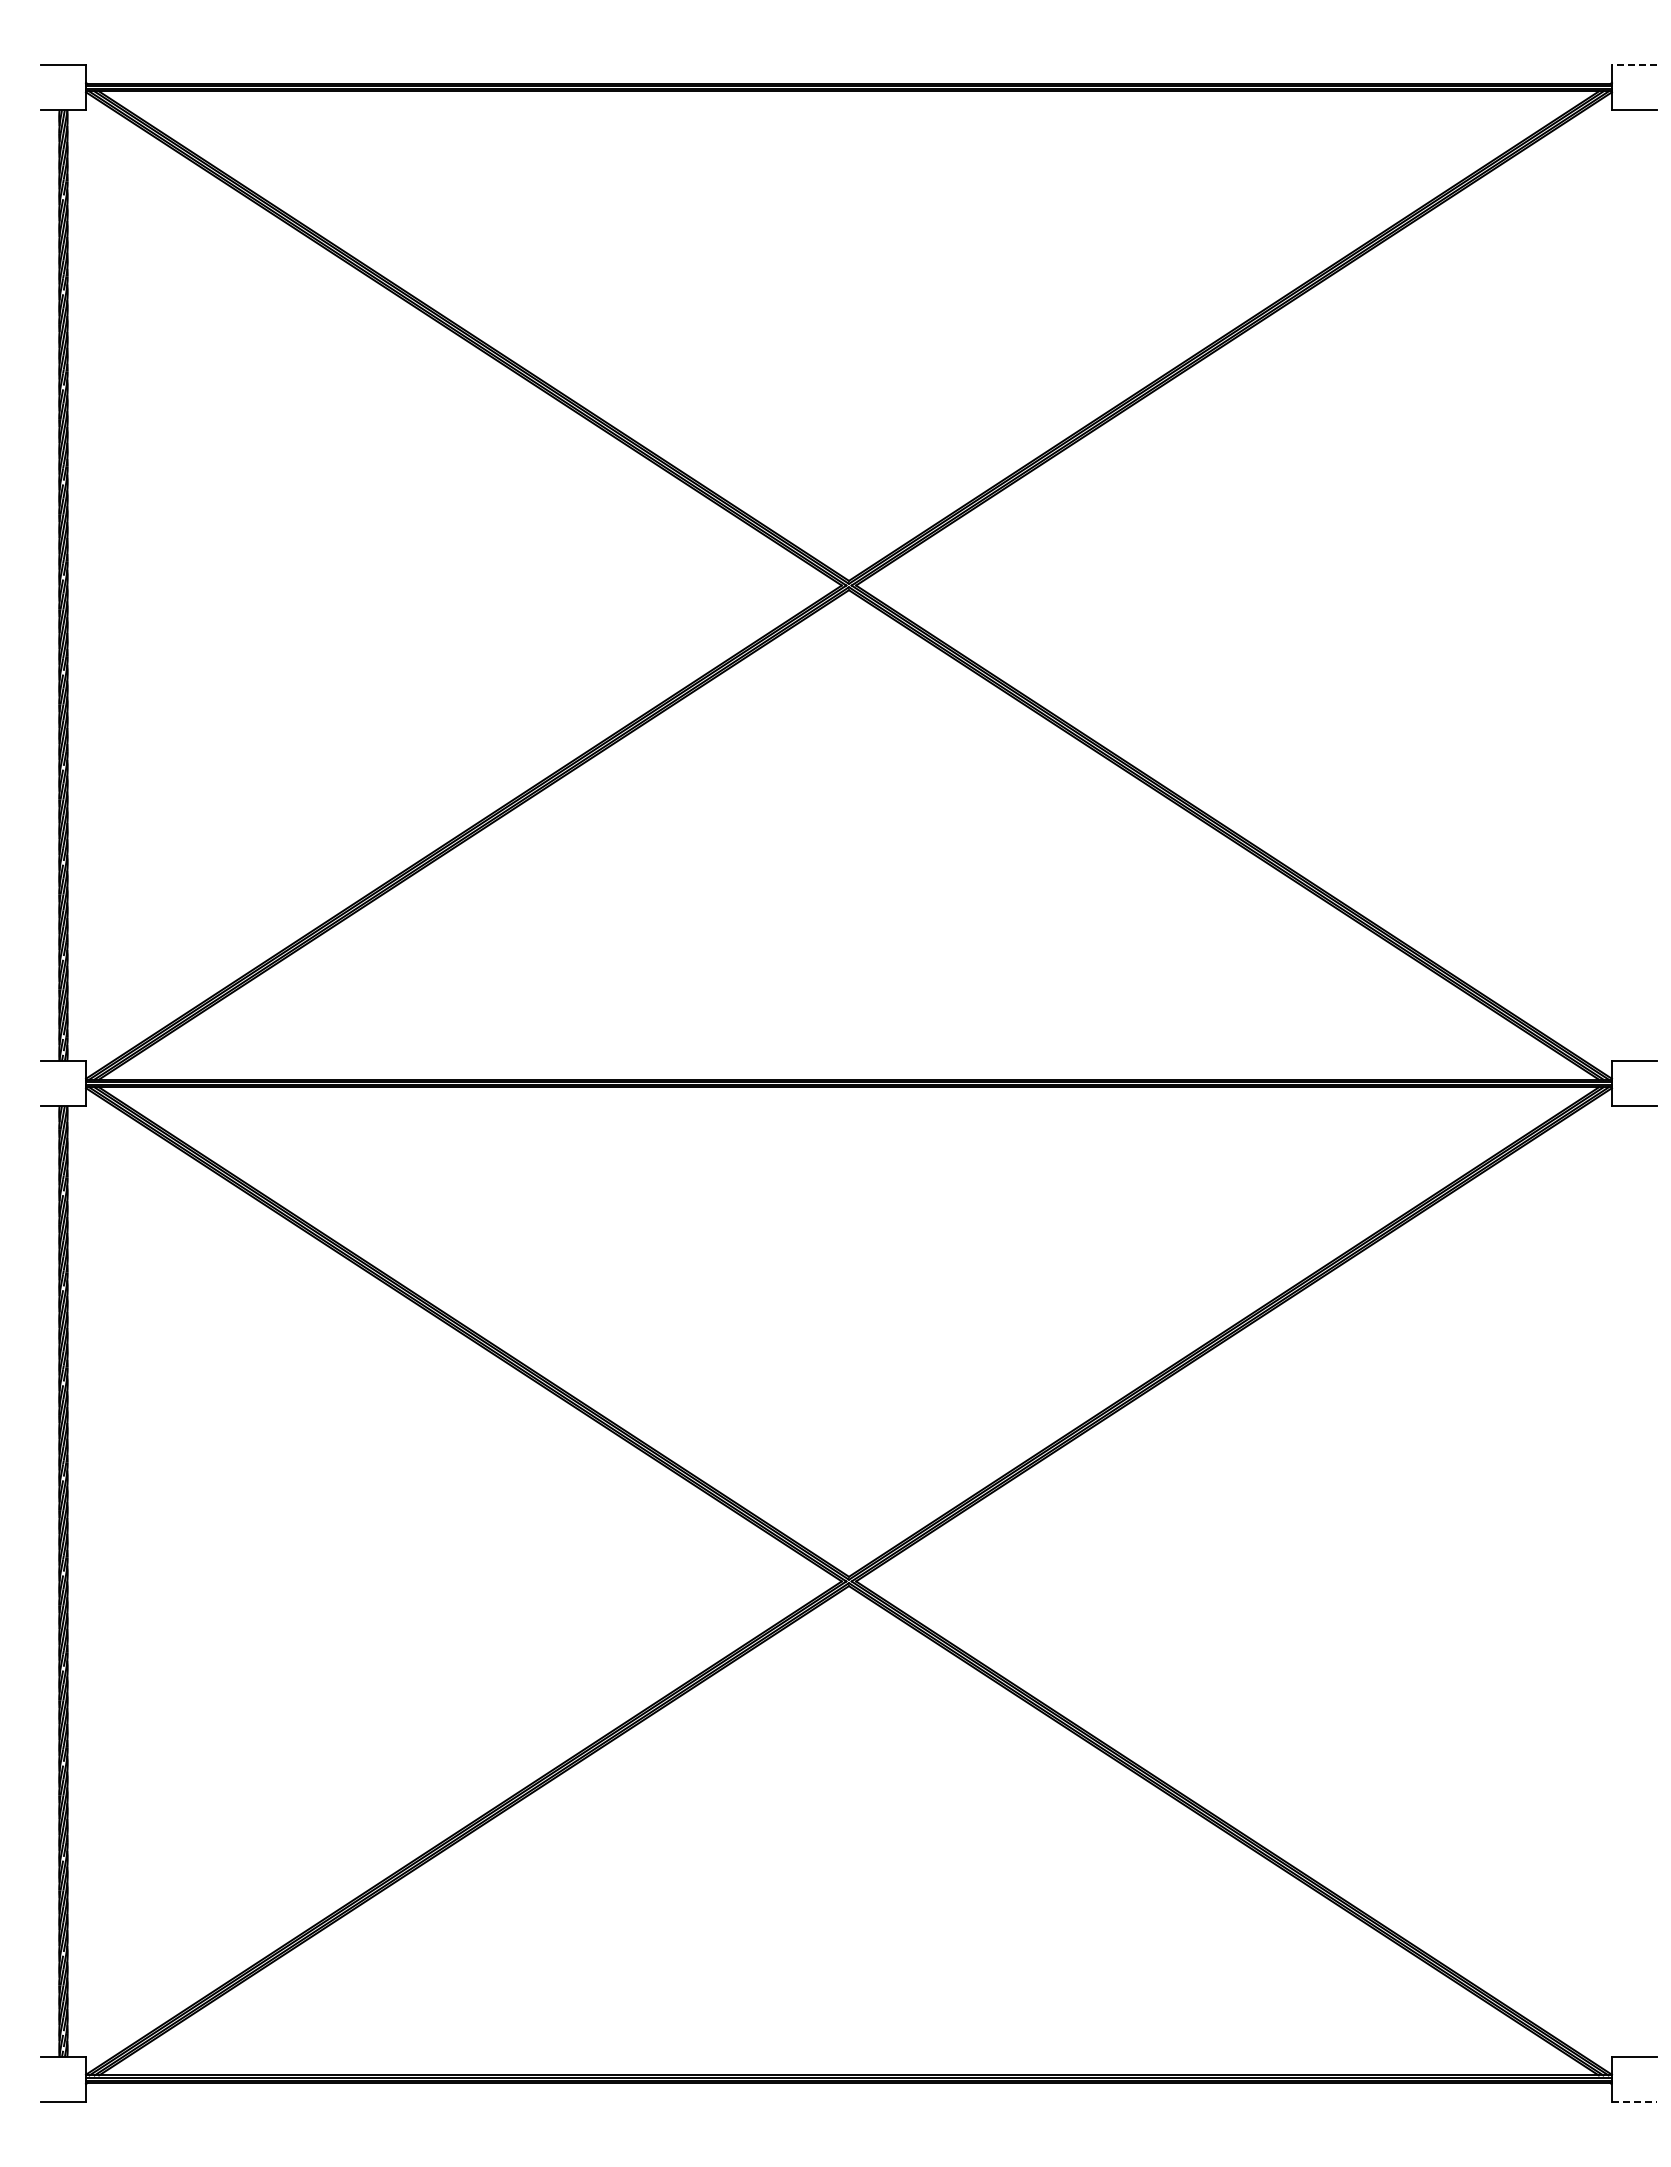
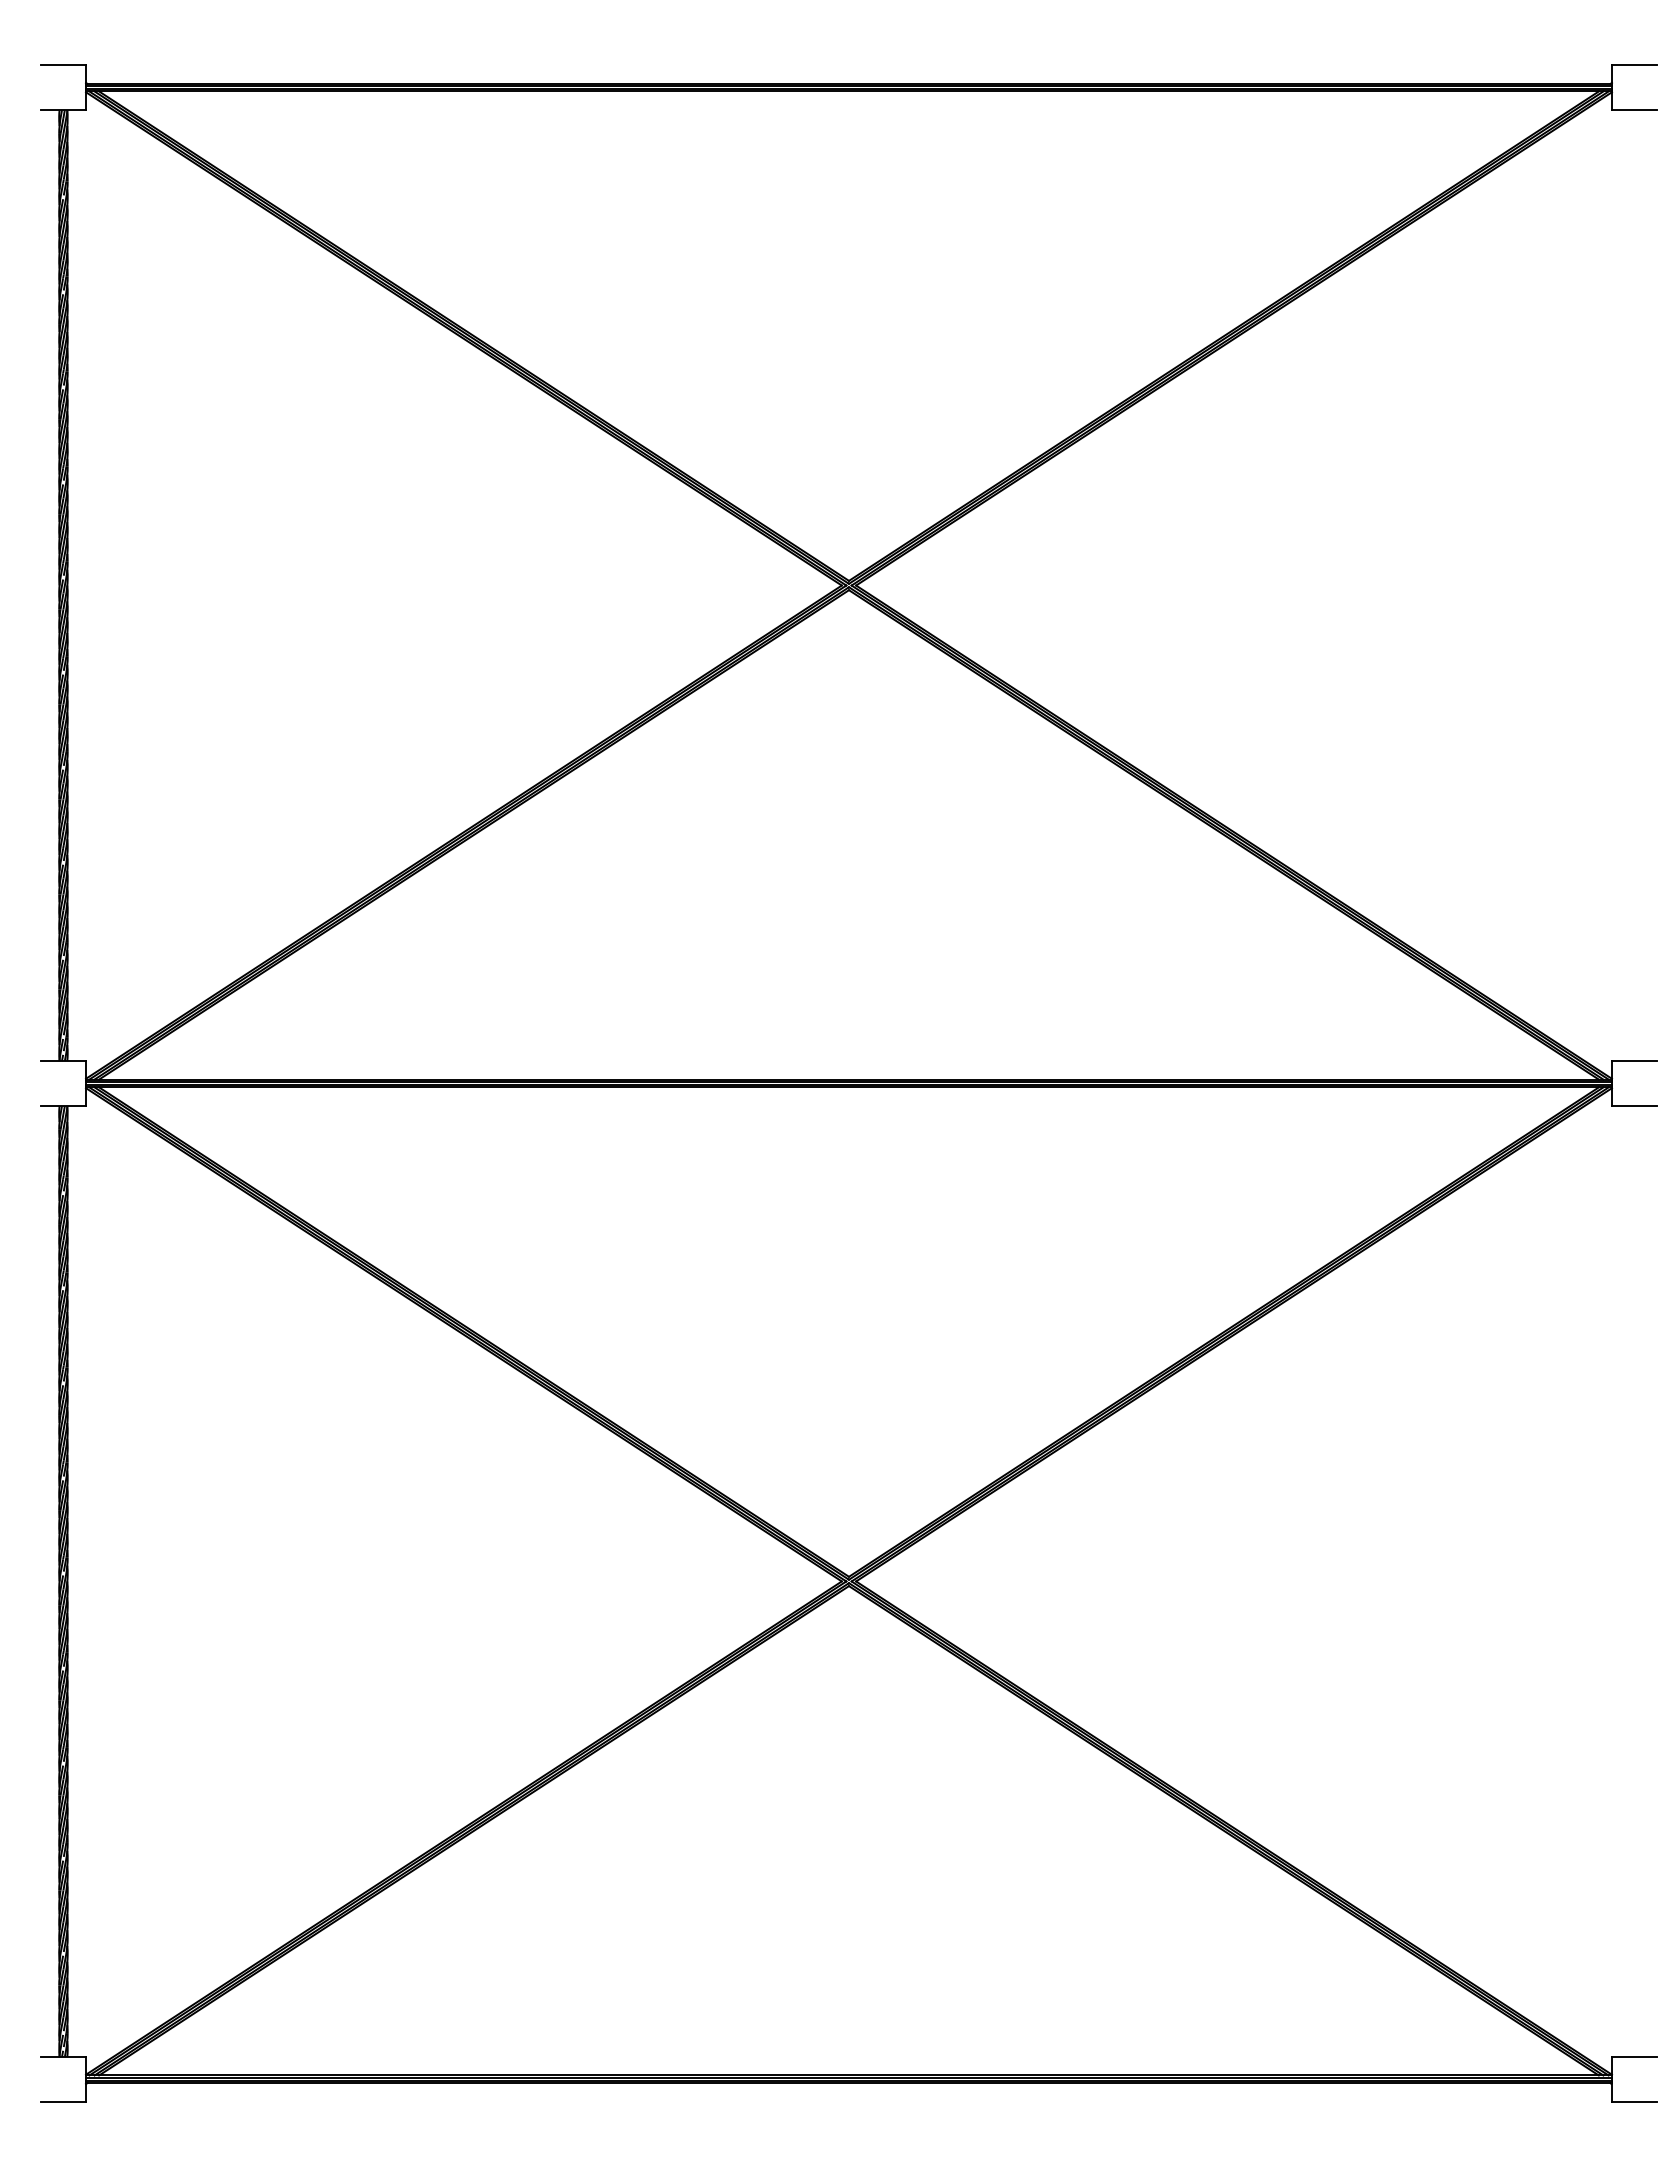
line at (1634, 65): dashed -> solid
line at (1634, 2101): dashed -> solid
